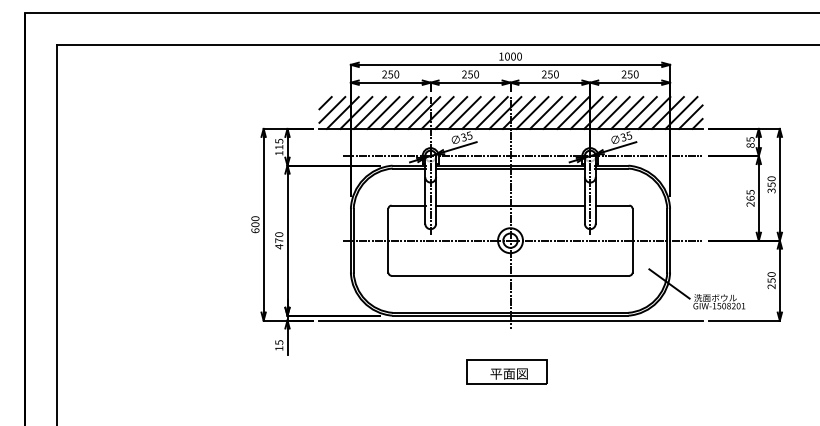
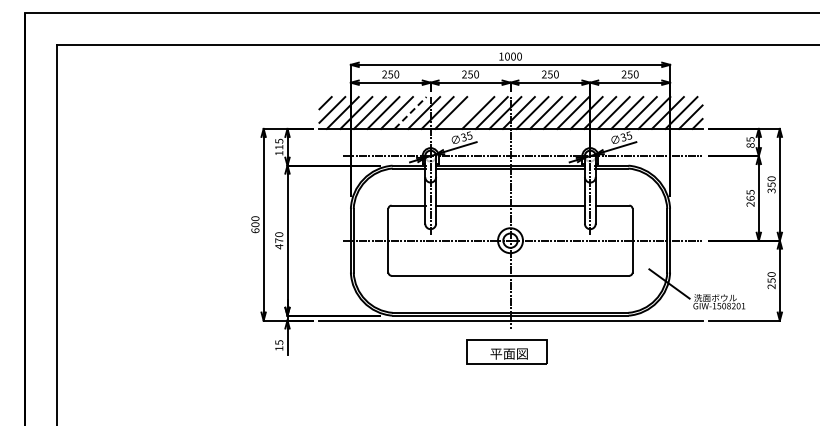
line at (410, 112): solid -> dashed
line at (464, 112): present -> none
part at (506, 371) position: (506, 371) -> (506, 351)
